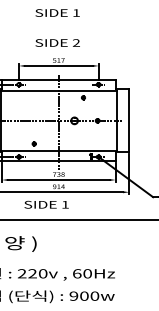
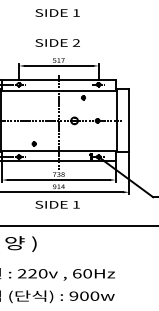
text at (46, 204) position: (46, 204) -> (57, 204)
line at (78, 219) position: (78, 219) -> (78, 225)
